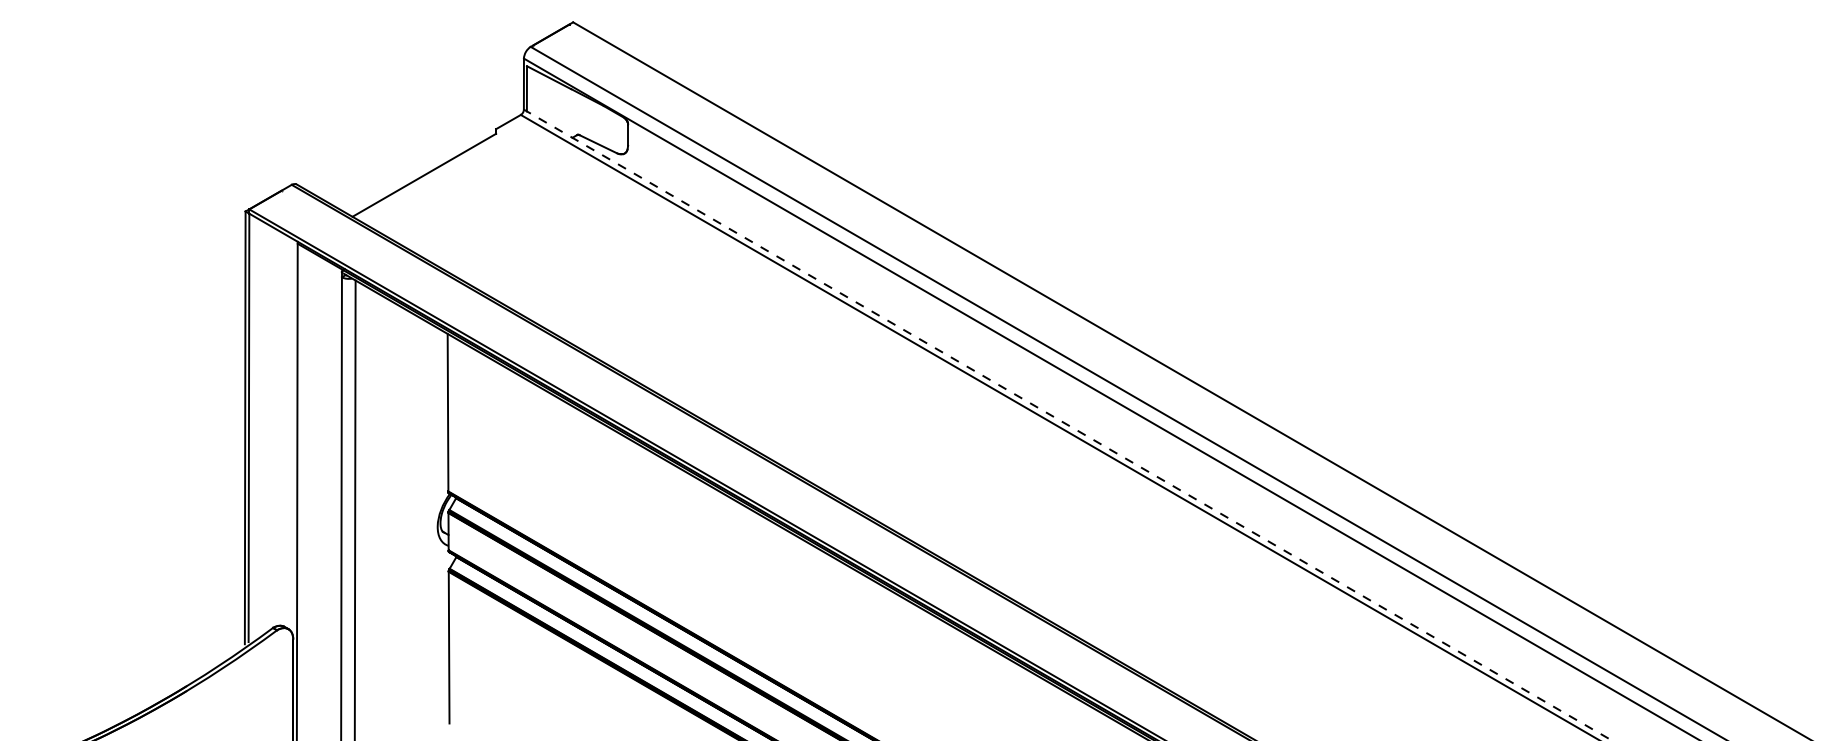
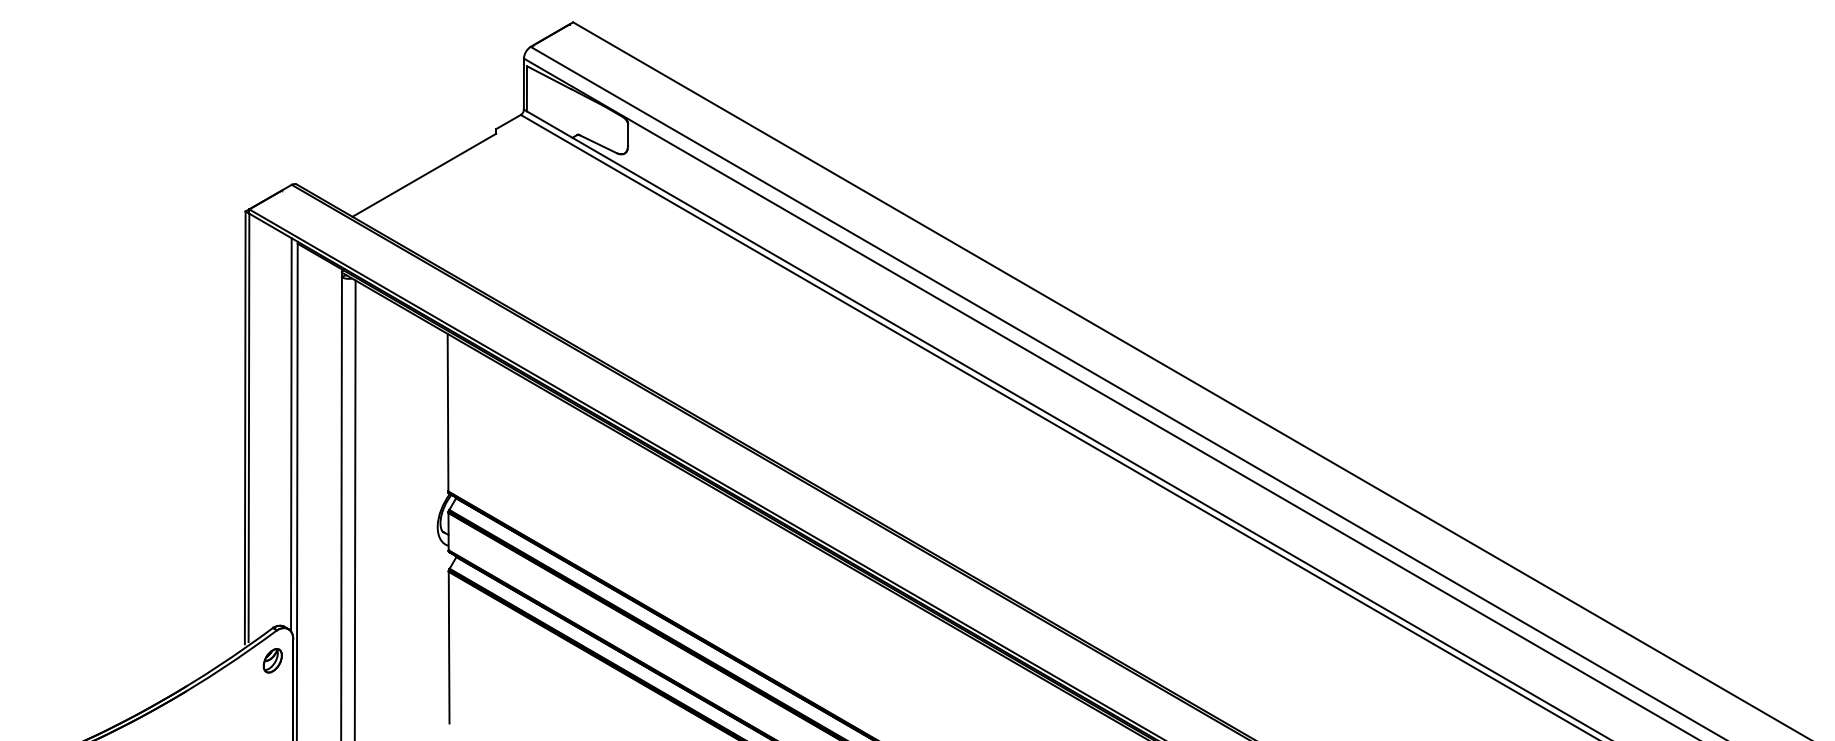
line at (1068, 425): dashed -> solid
line at (291, 434): none -> present
part at (272, 660): none -> present
